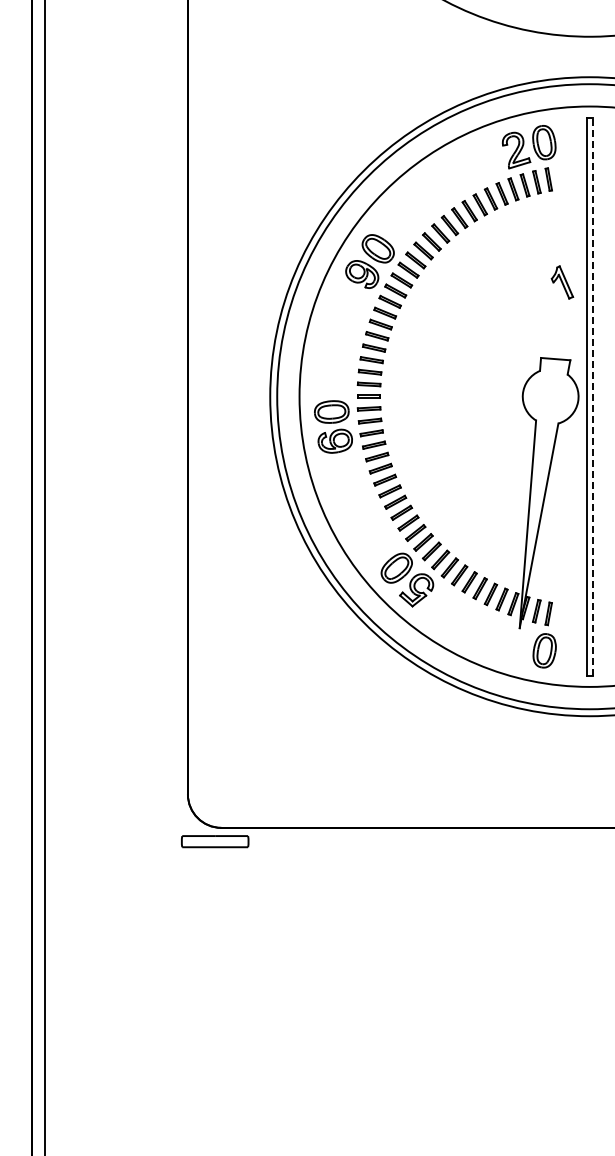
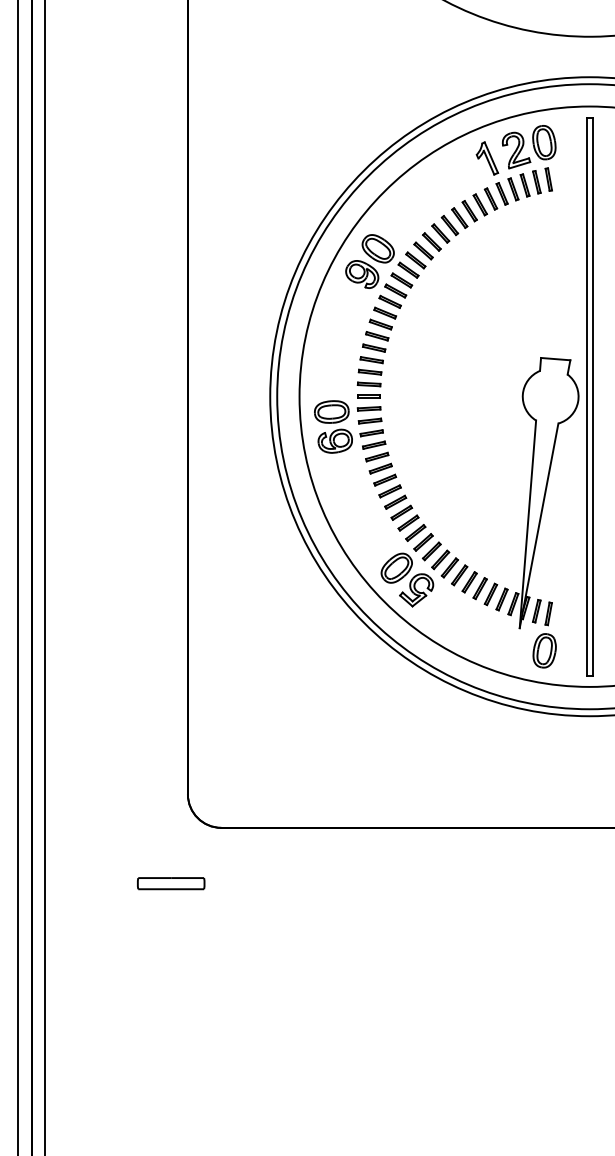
part at (562, 282) position: (562, 282) -> (487, 158)
line at (592, 396): dashed -> solid
line at (18, 577): none -> present
part at (215, 841) position: (215, 841) -> (171, 883)
